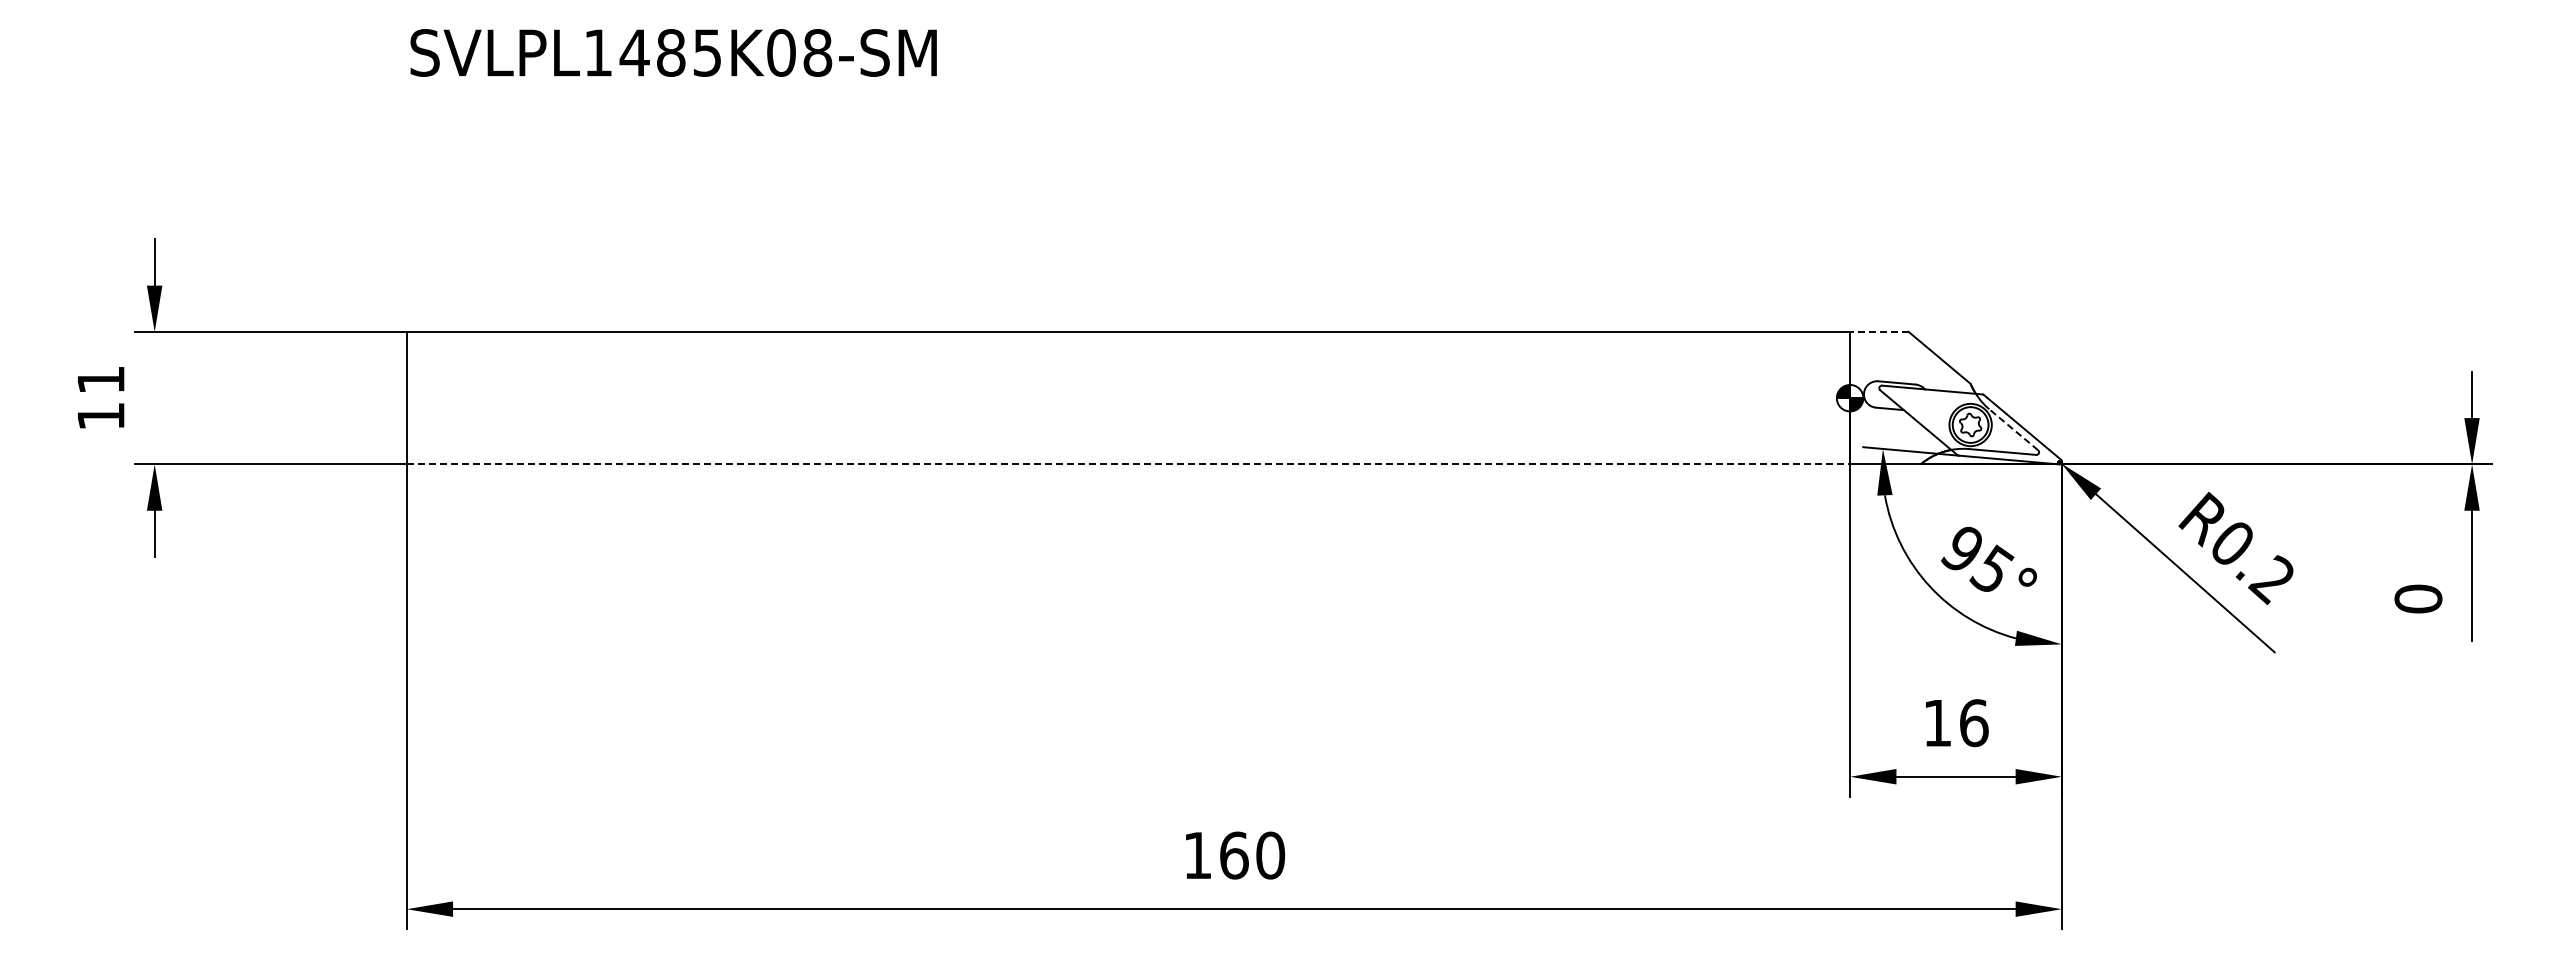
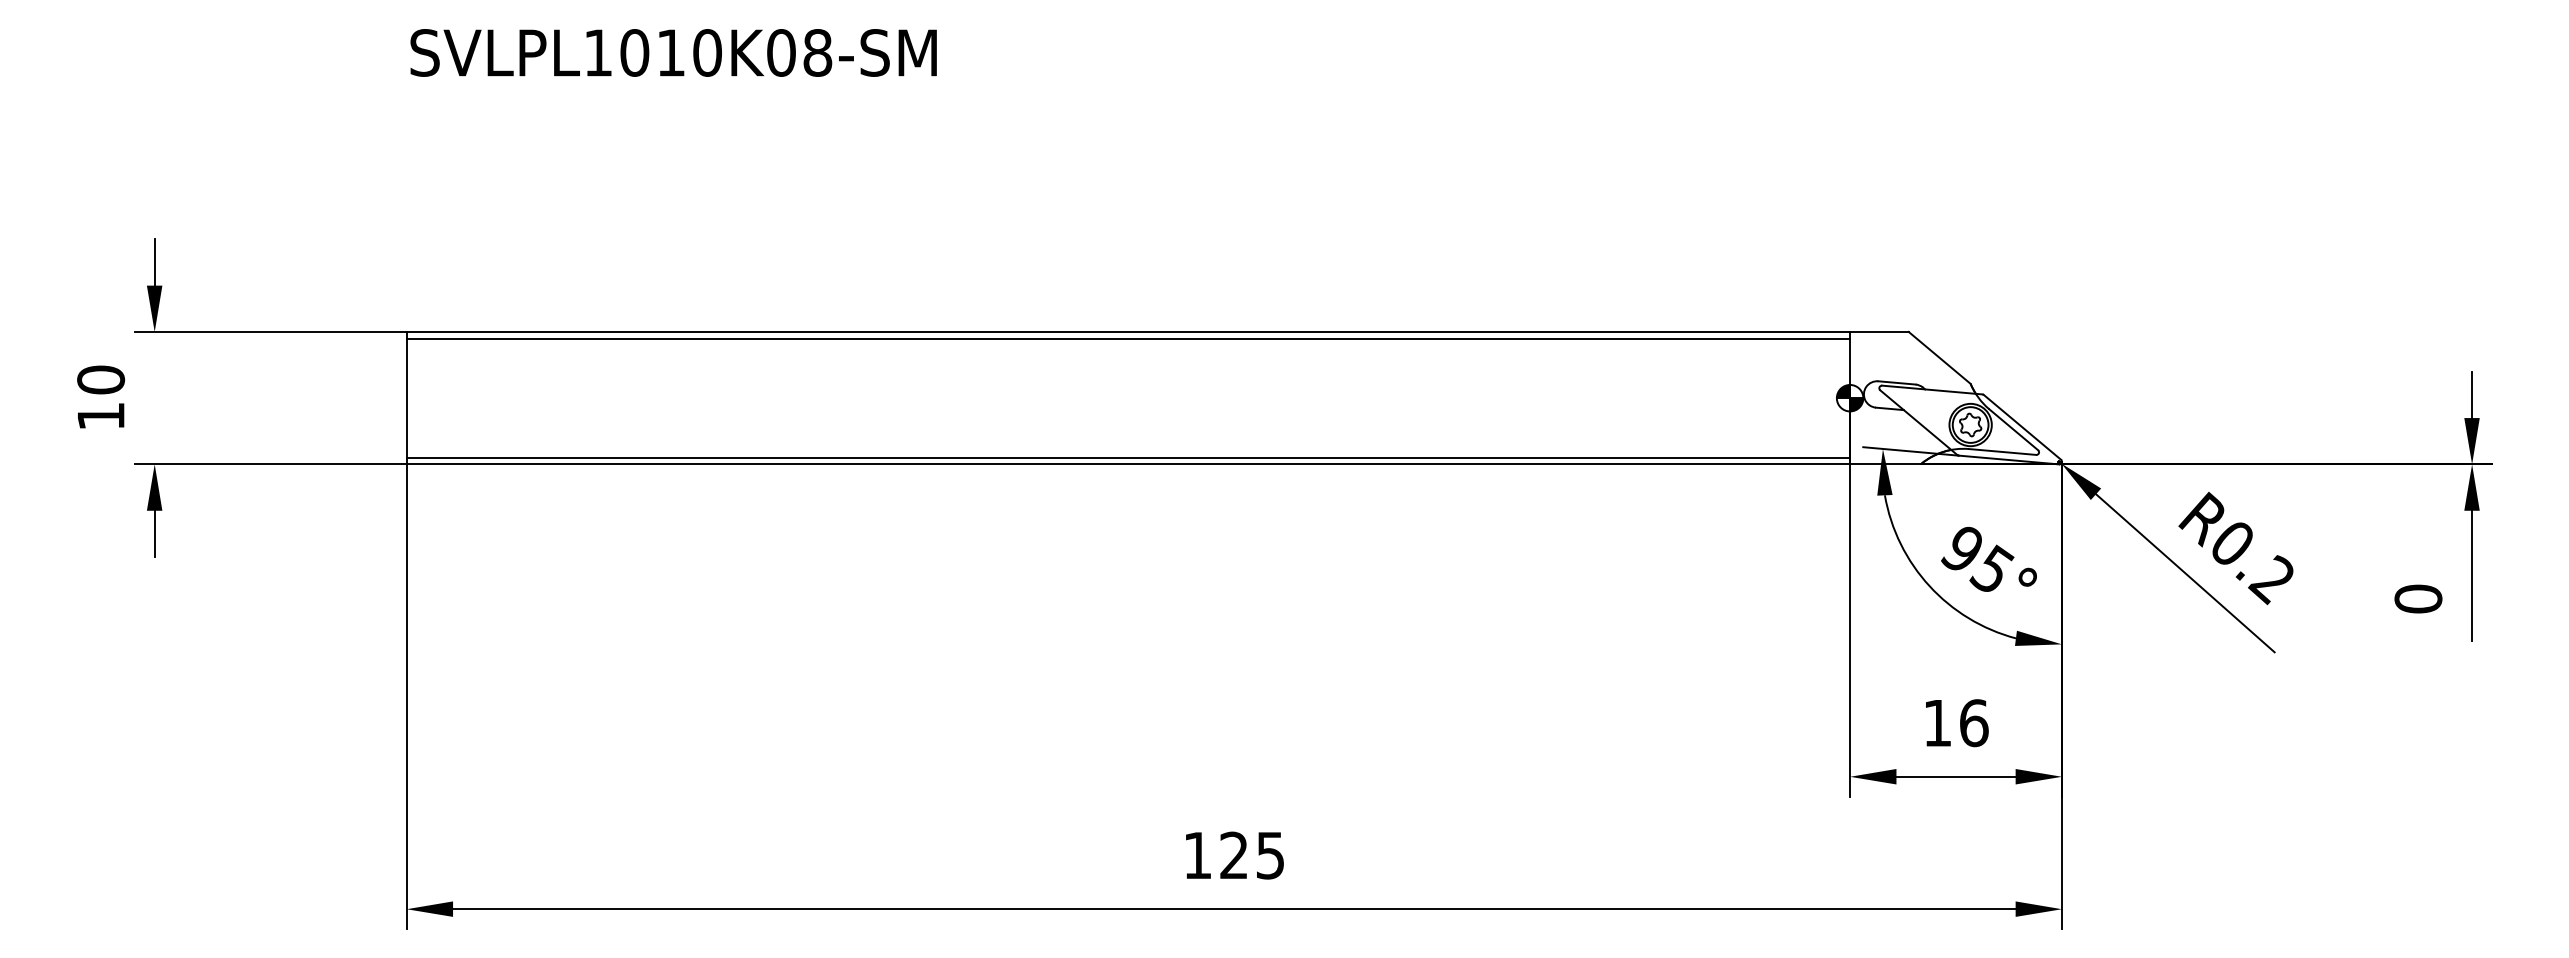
text at (670, 52): SVLPL1485K08-SM -> SVLPL1010K08-SM
line at (1878, 331): dashed -> solid
line at (1128, 338): none -> present
text at (101, 379): 11 -> 10
line at (2013, 429): dashed -> solid
line at (1128, 457): none -> present
line at (1128, 464): dashed -> solid
text at (1252, 855): 160 -> 125
